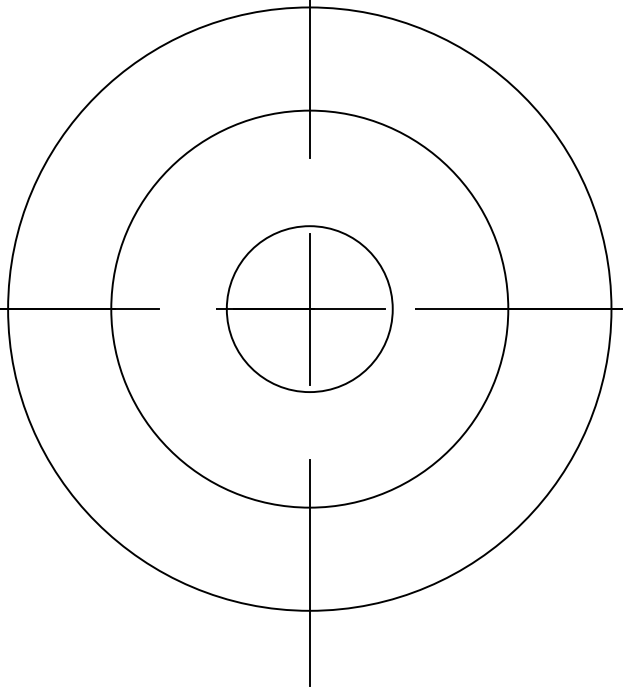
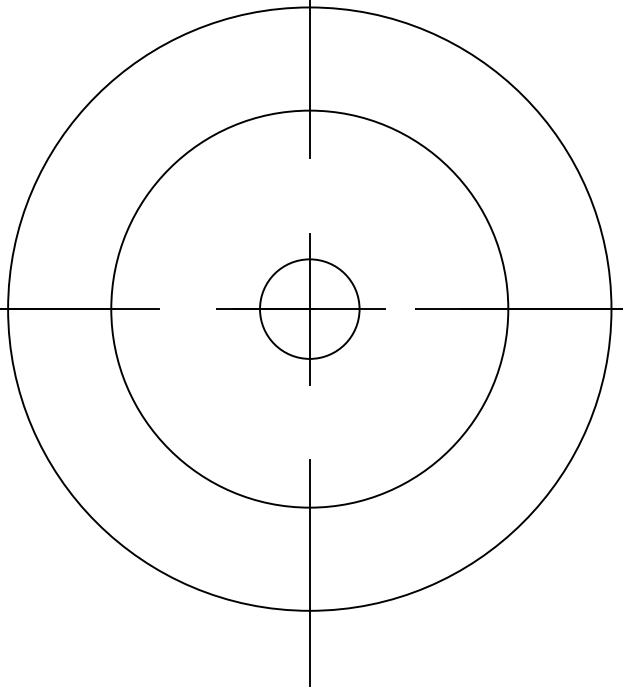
circle at (309, 309) diameter: 166 px -> 100 px
